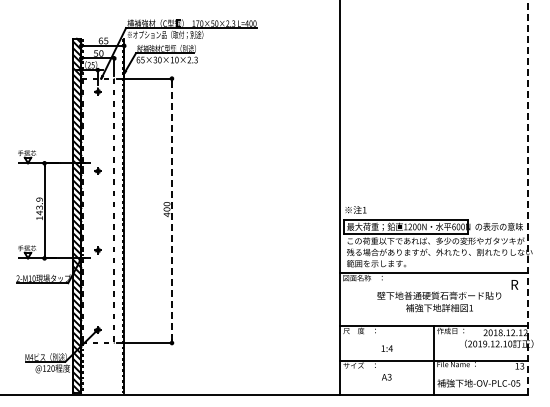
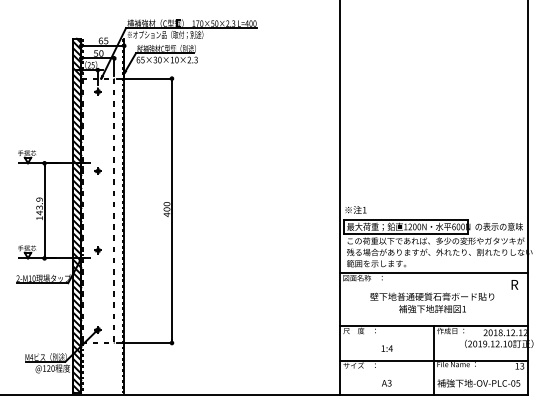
line at (527, 197): dashed -> solid
line at (171, 210): dashed -> solid
text at (439, 301) position: (439, 301) -> (432, 302)
text at (386, 377) position: (386, 377) -> (386, 383)
